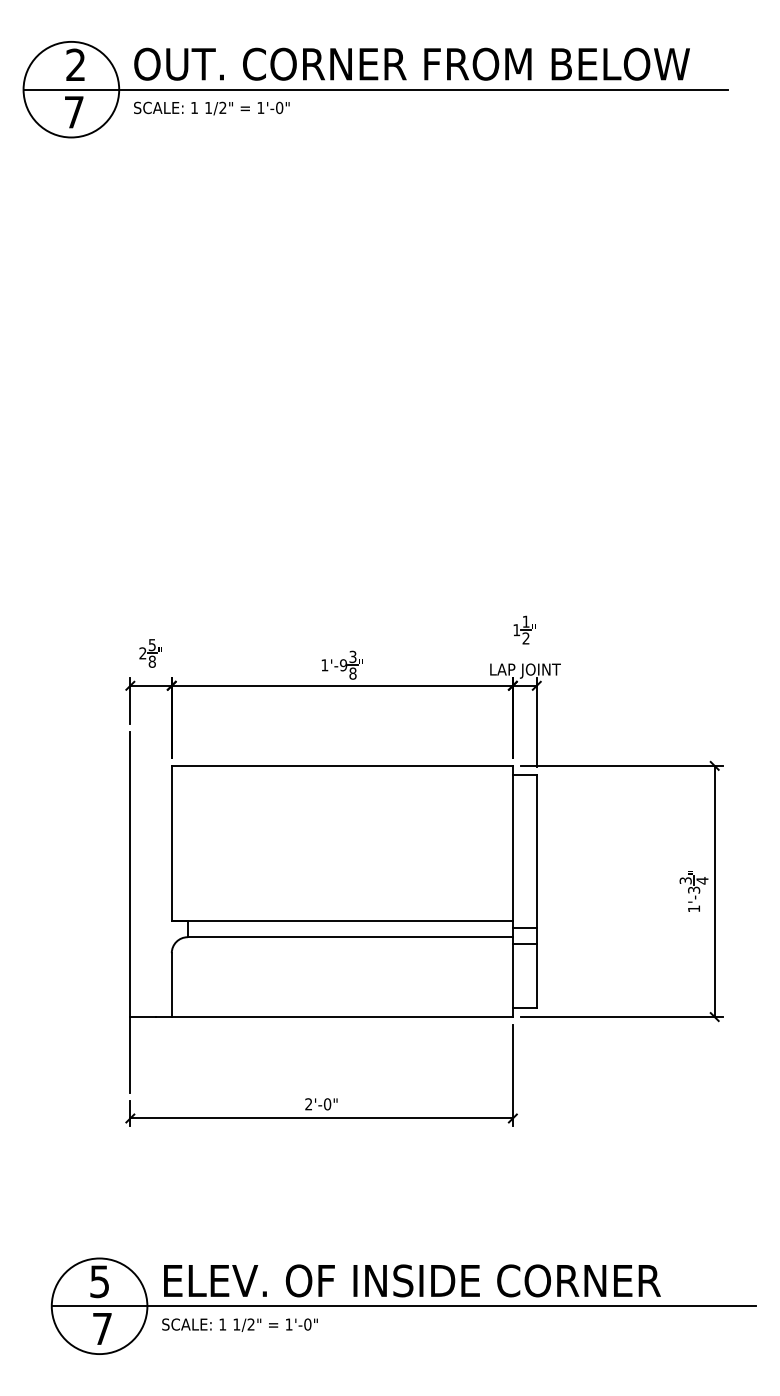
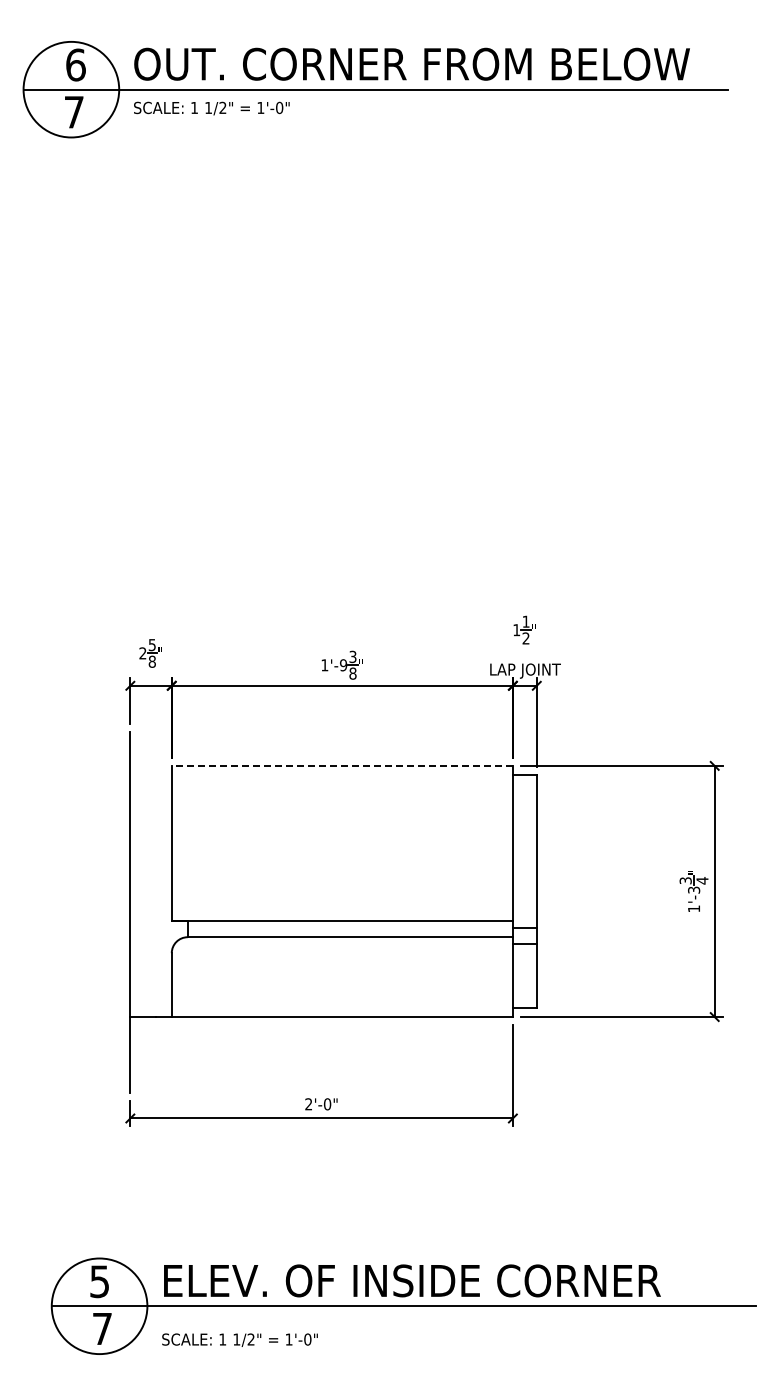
text at (75, 64): 2 -> 6
line at (342, 765): solid -> dashed
text at (239, 1324) position: (239, 1324) -> (239, 1339)
